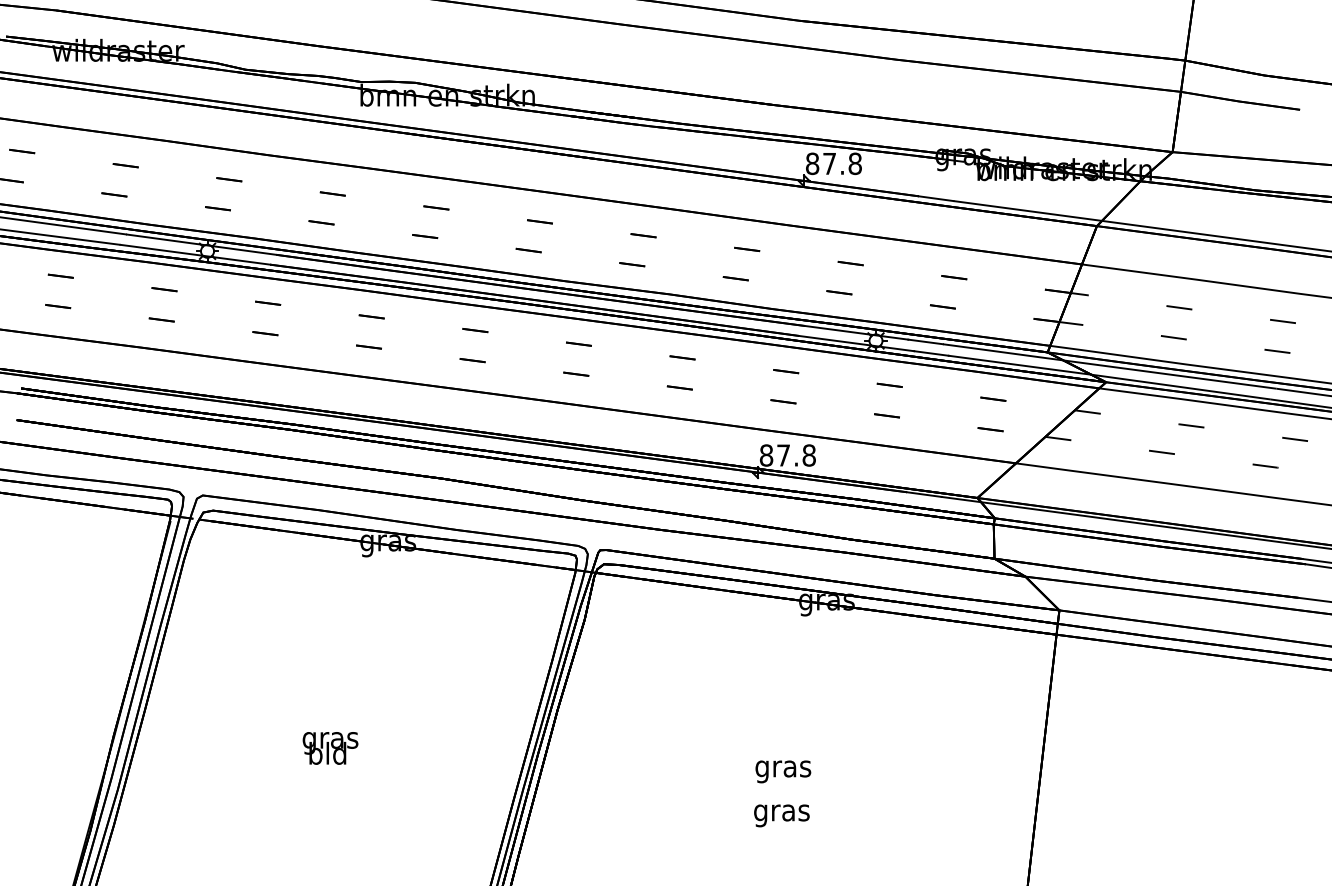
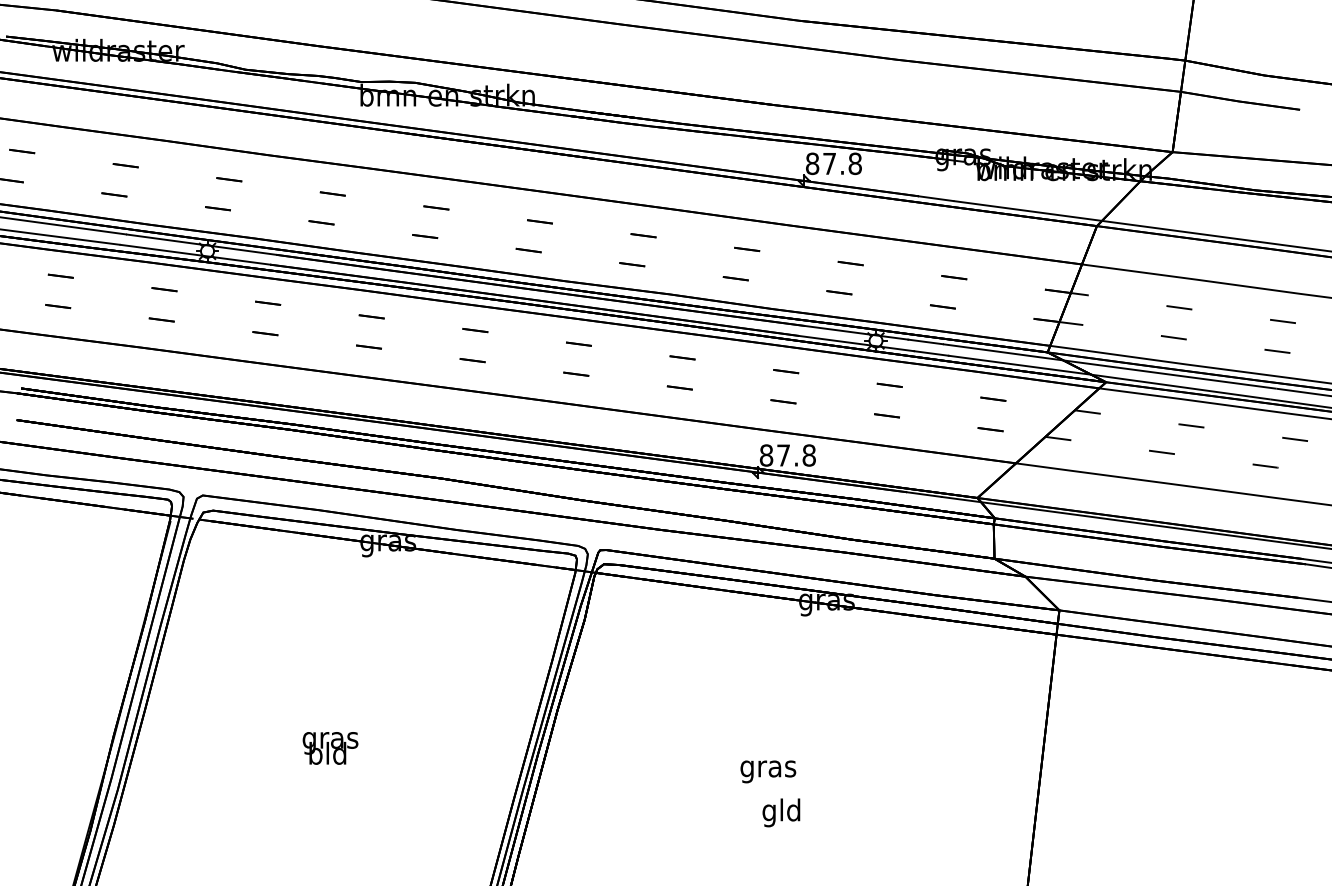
text at (783, 771) position: (783, 771) -> (768, 771)
text at (781, 812): gras -> gld
